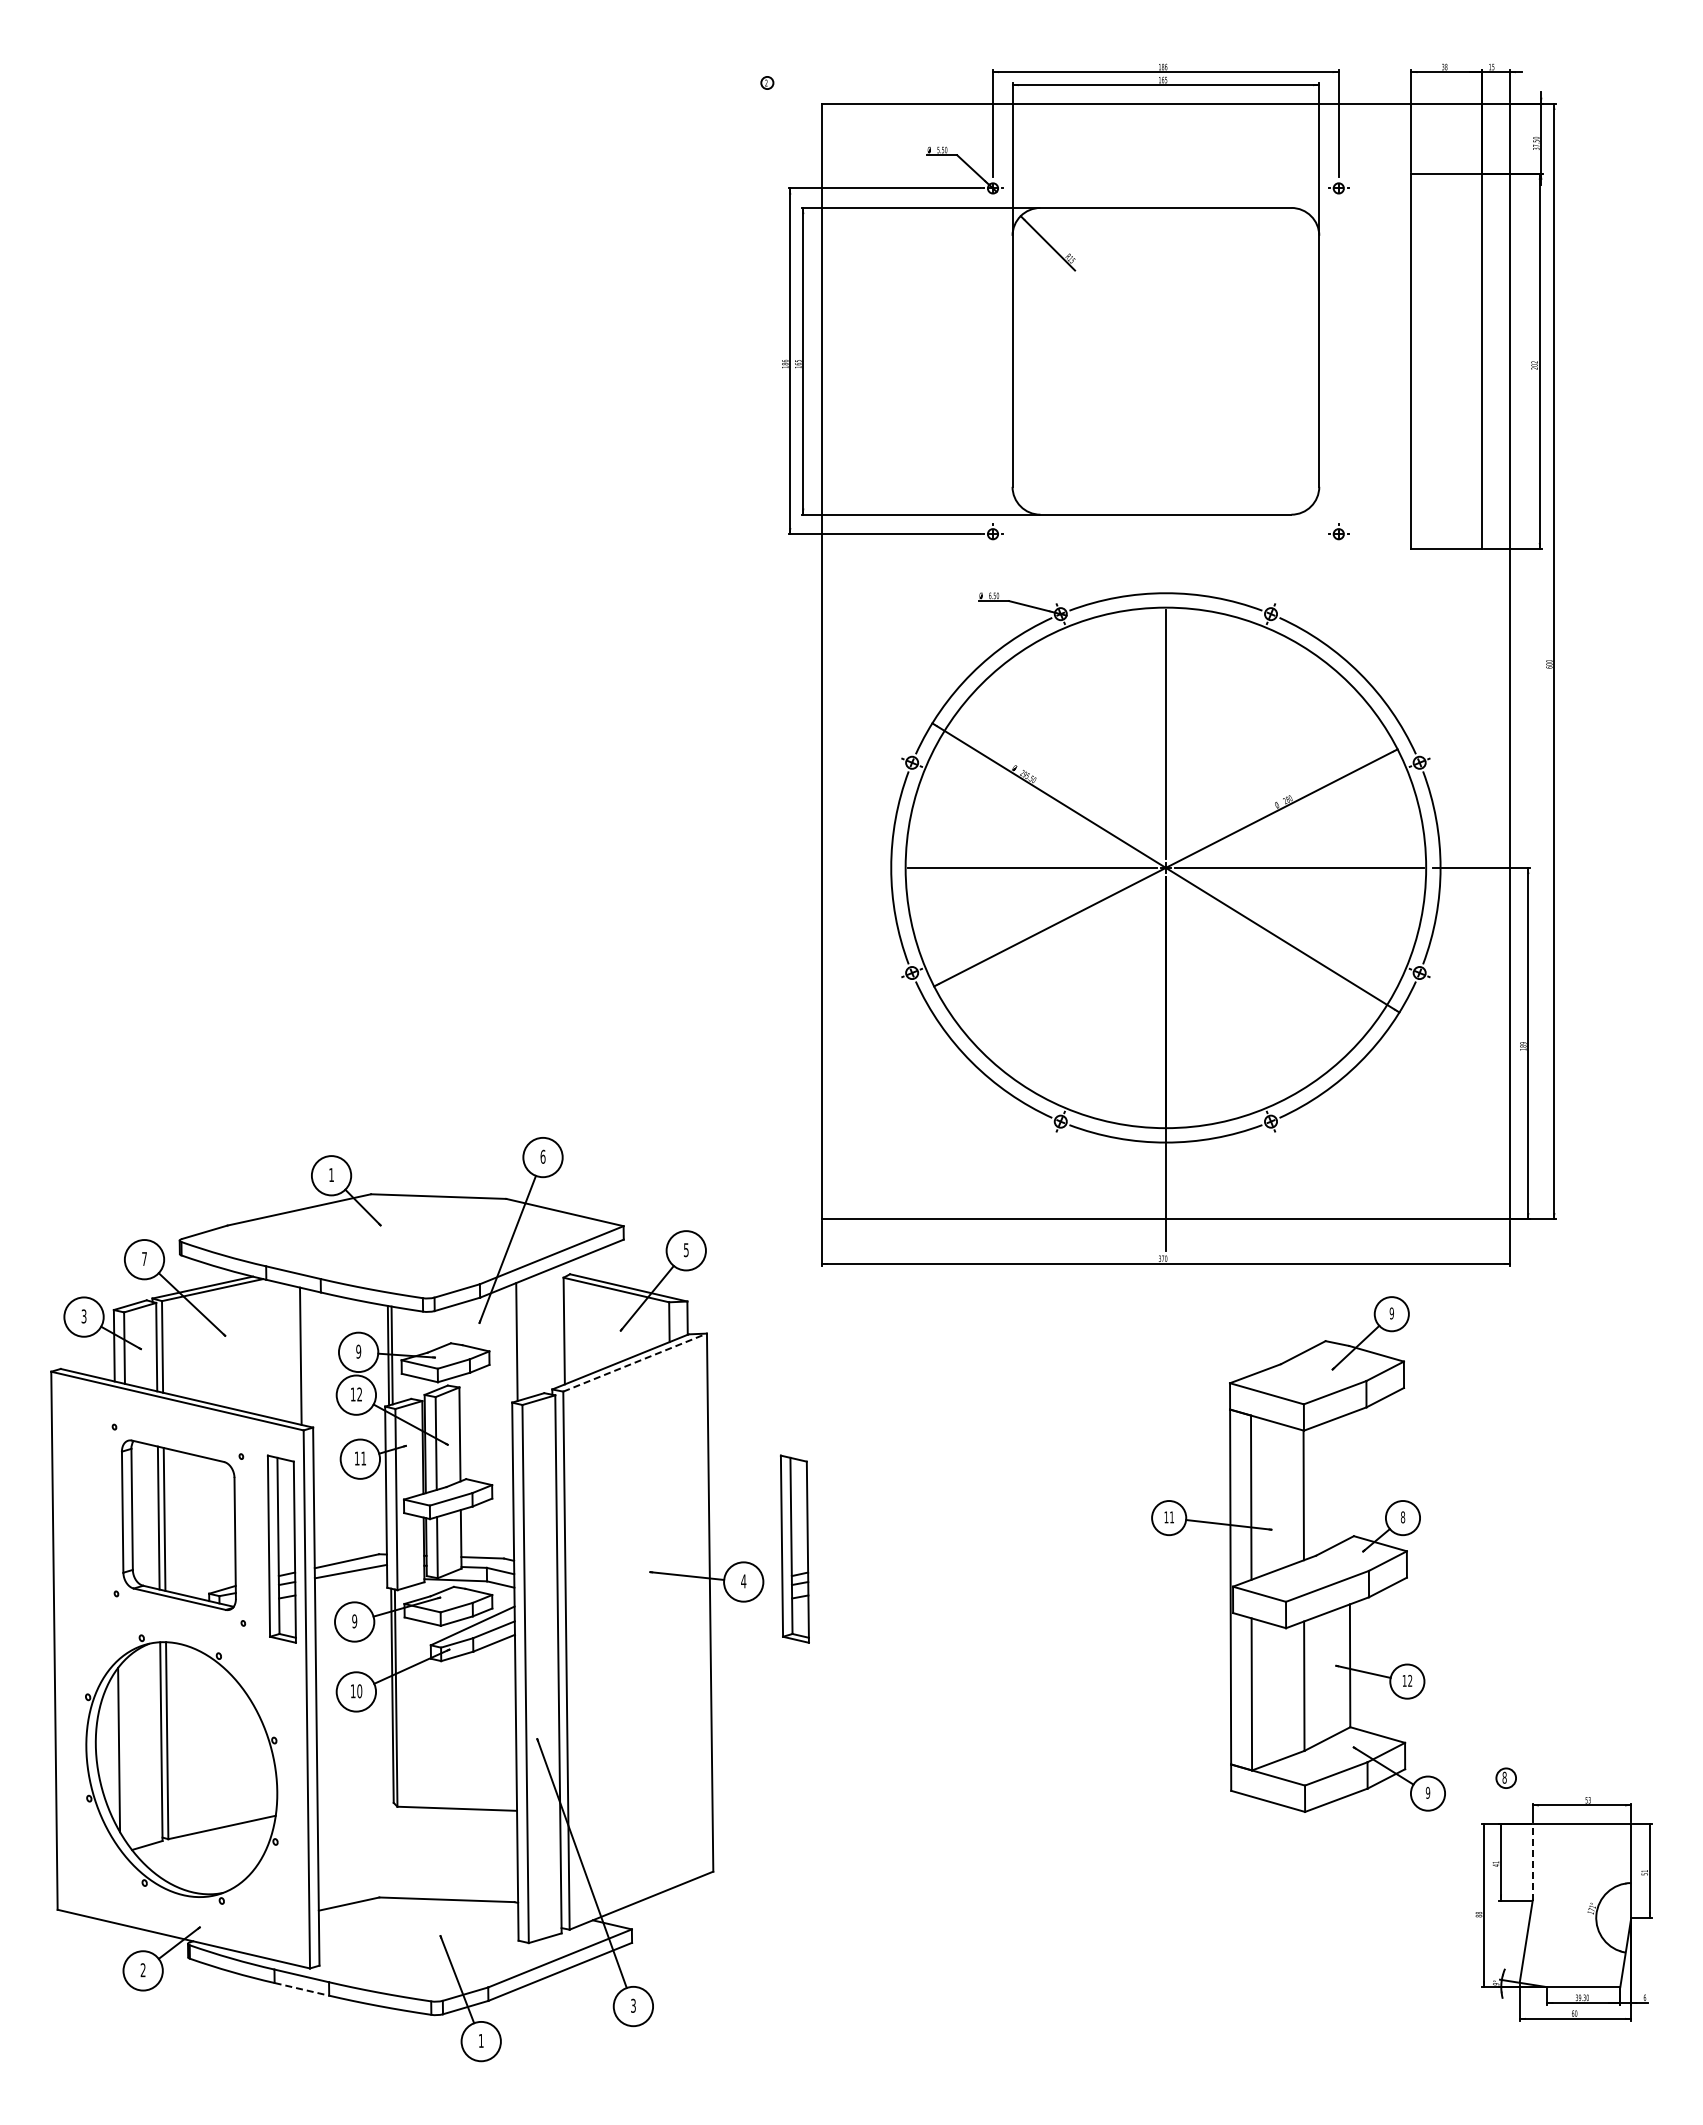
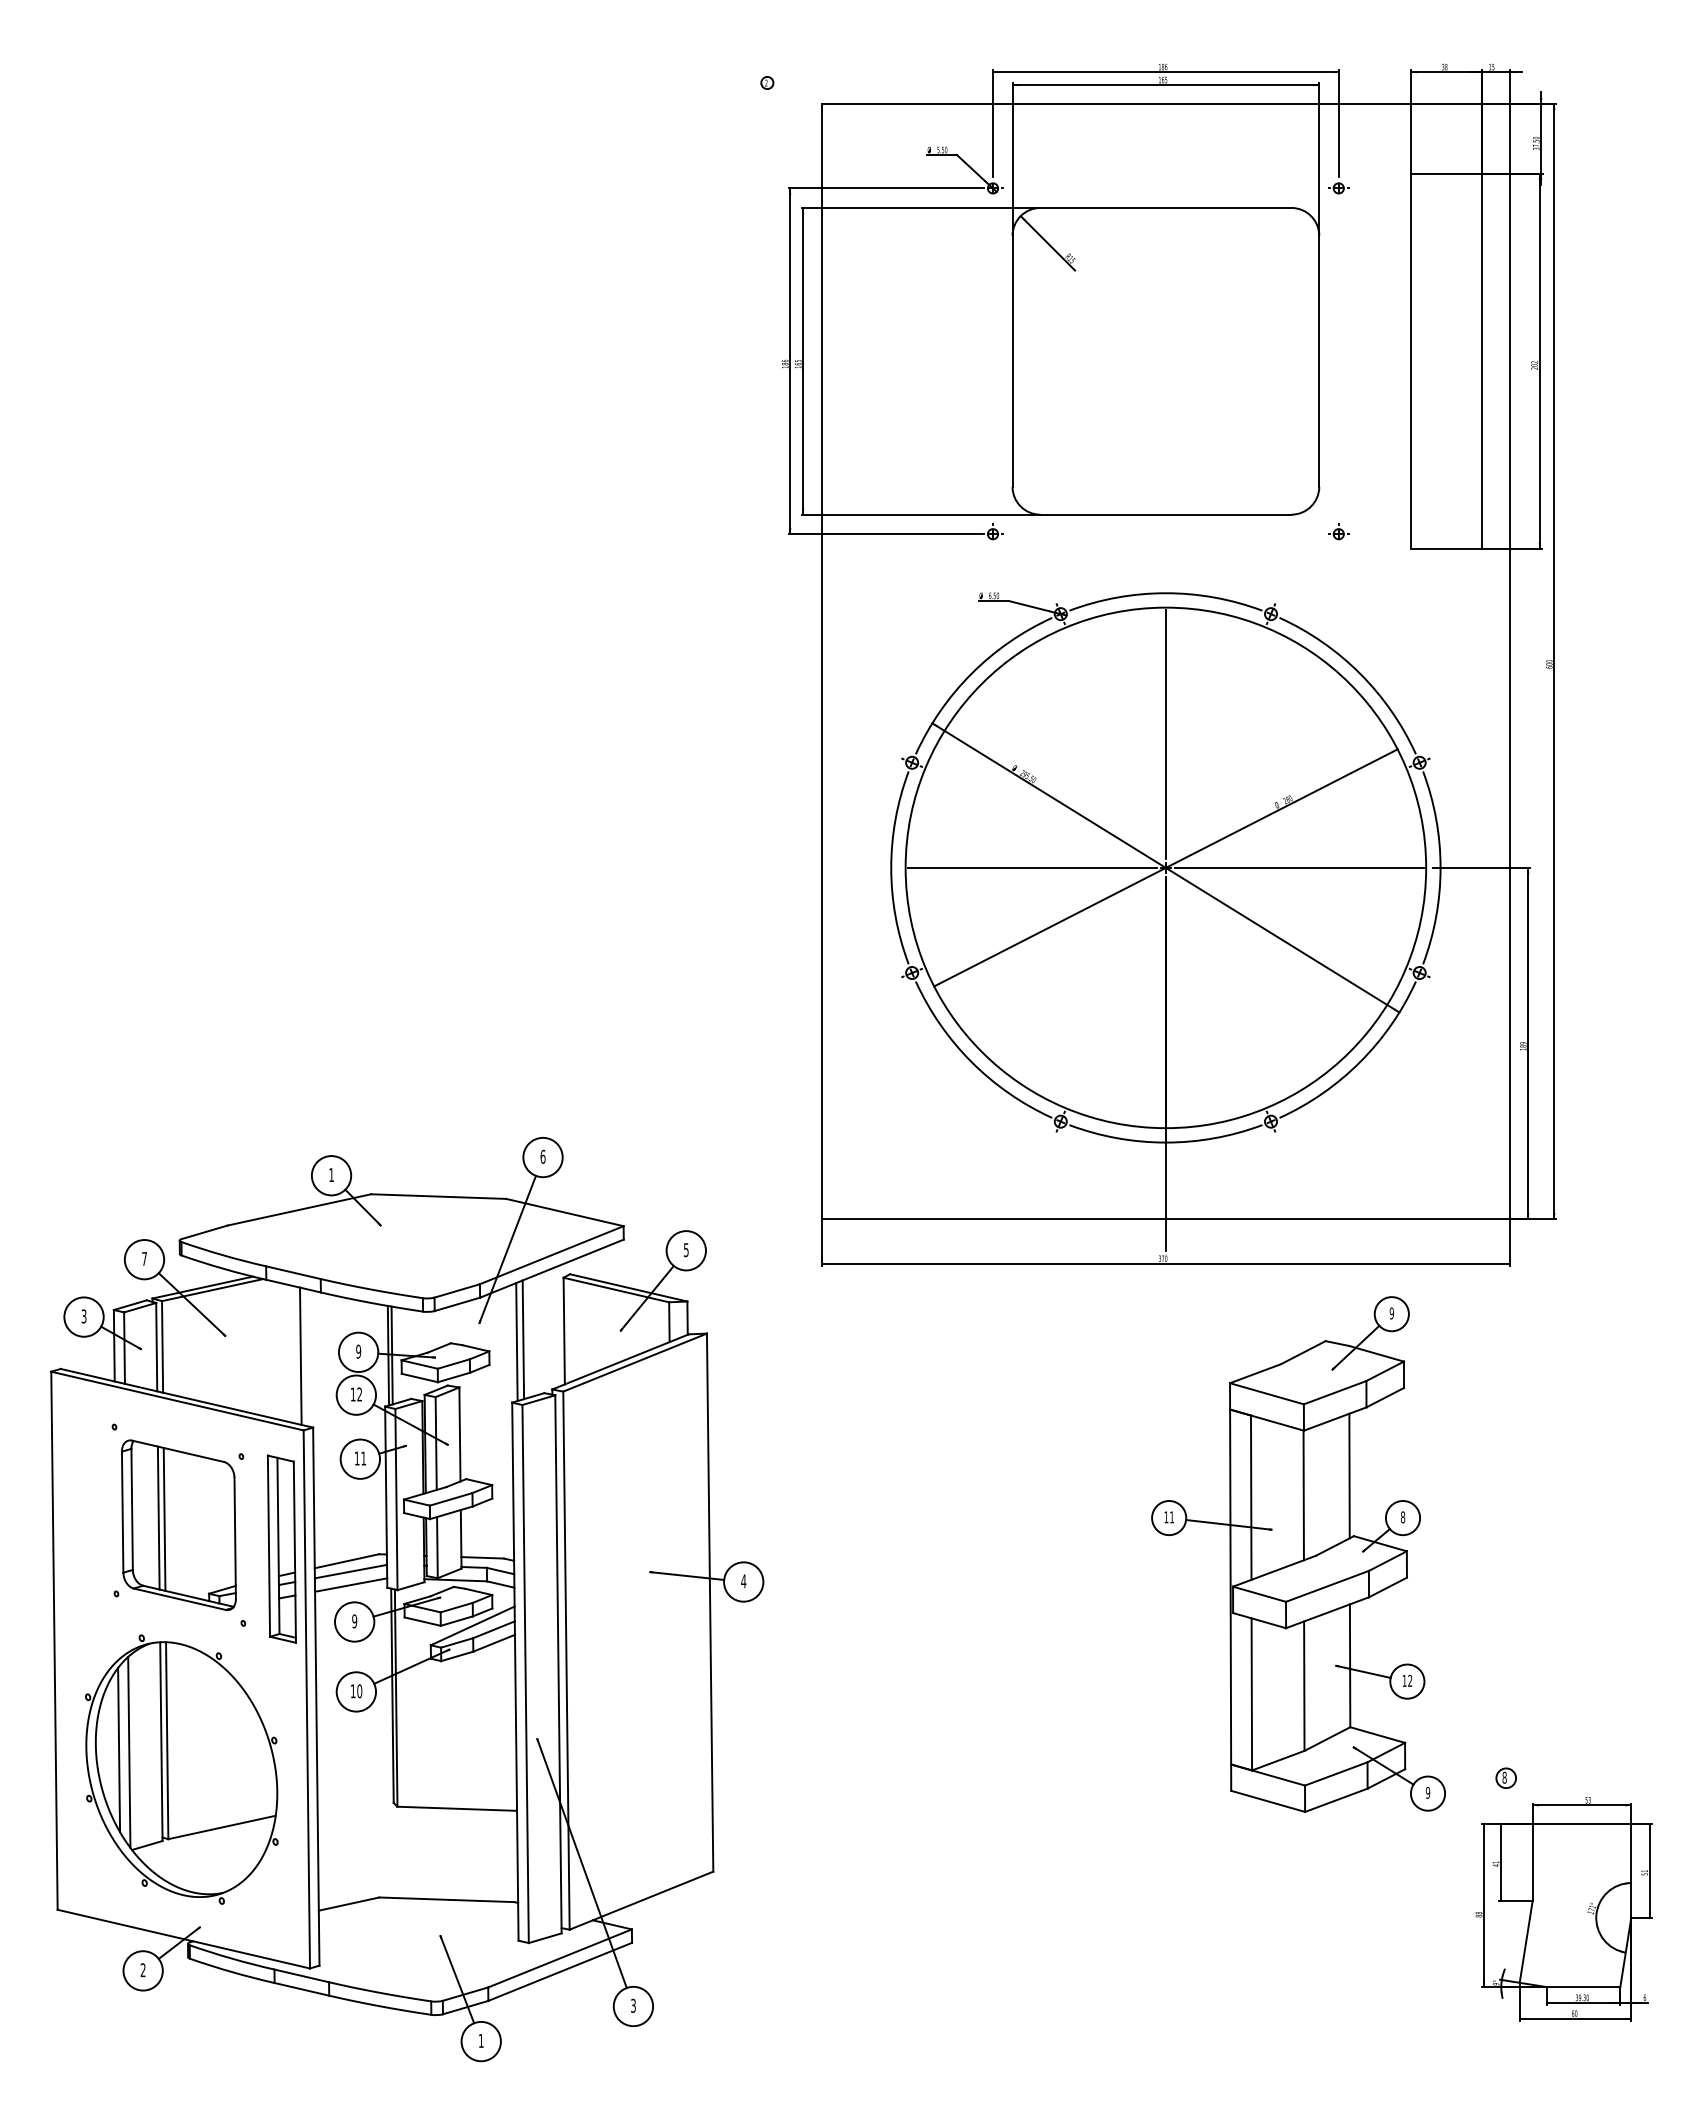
line at (523, 1339): none -> present
line at (635, 1362): dashed -> solid
line at (1349, 1475): none -> present
part at (794, 1548): present -> none
line at (351, 1584): none -> present
line at (129, 1751): none -> present
line at (1532, 1862): dashed -> solid
line at (302, 1989): dashed -> solid
